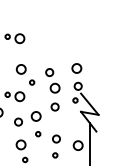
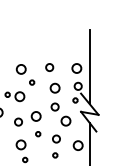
part at (14, 38): present -> none
line at (89, 66): none -> present
circle at (49, 72) position: (49, 72) -> (49, 67)
circle at (65, 120): none -> present
